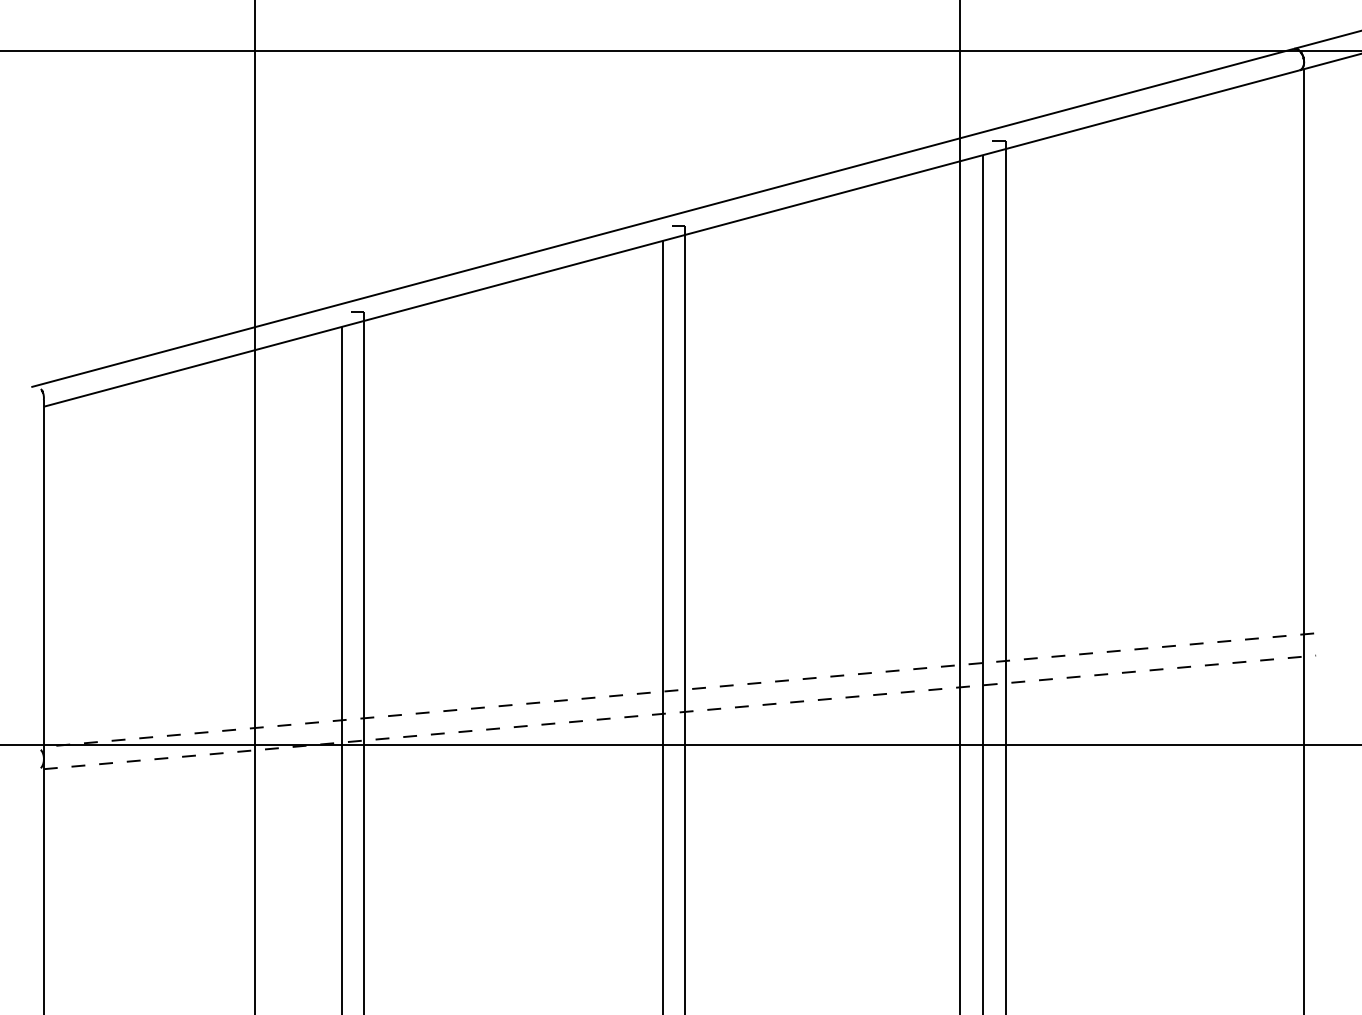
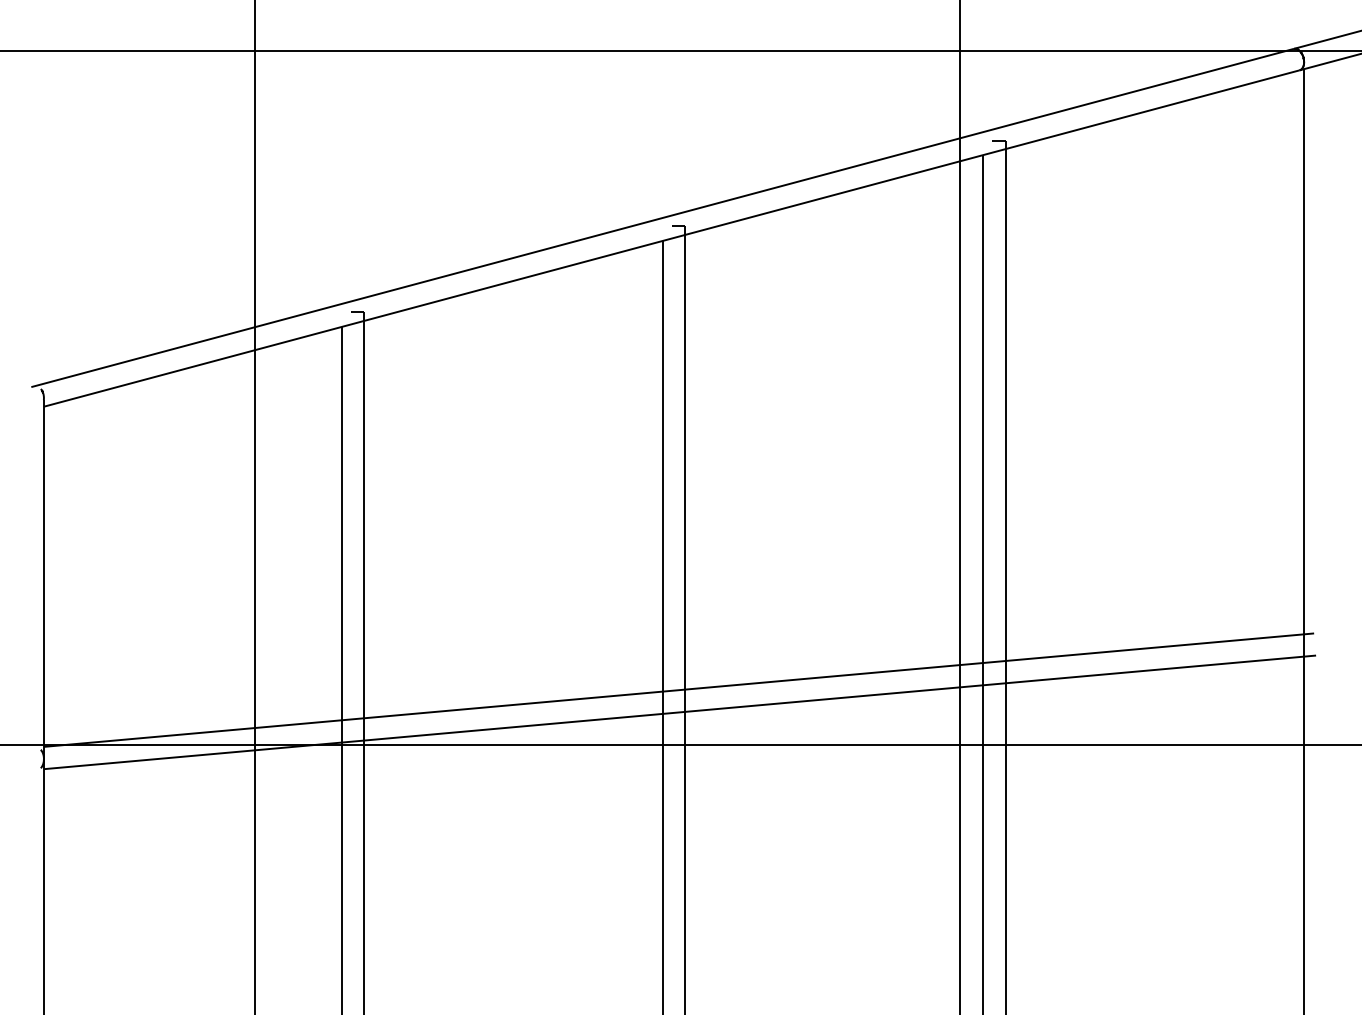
line at (679, 690): dashed -> solid
line at (679, 712): dashed -> solid
